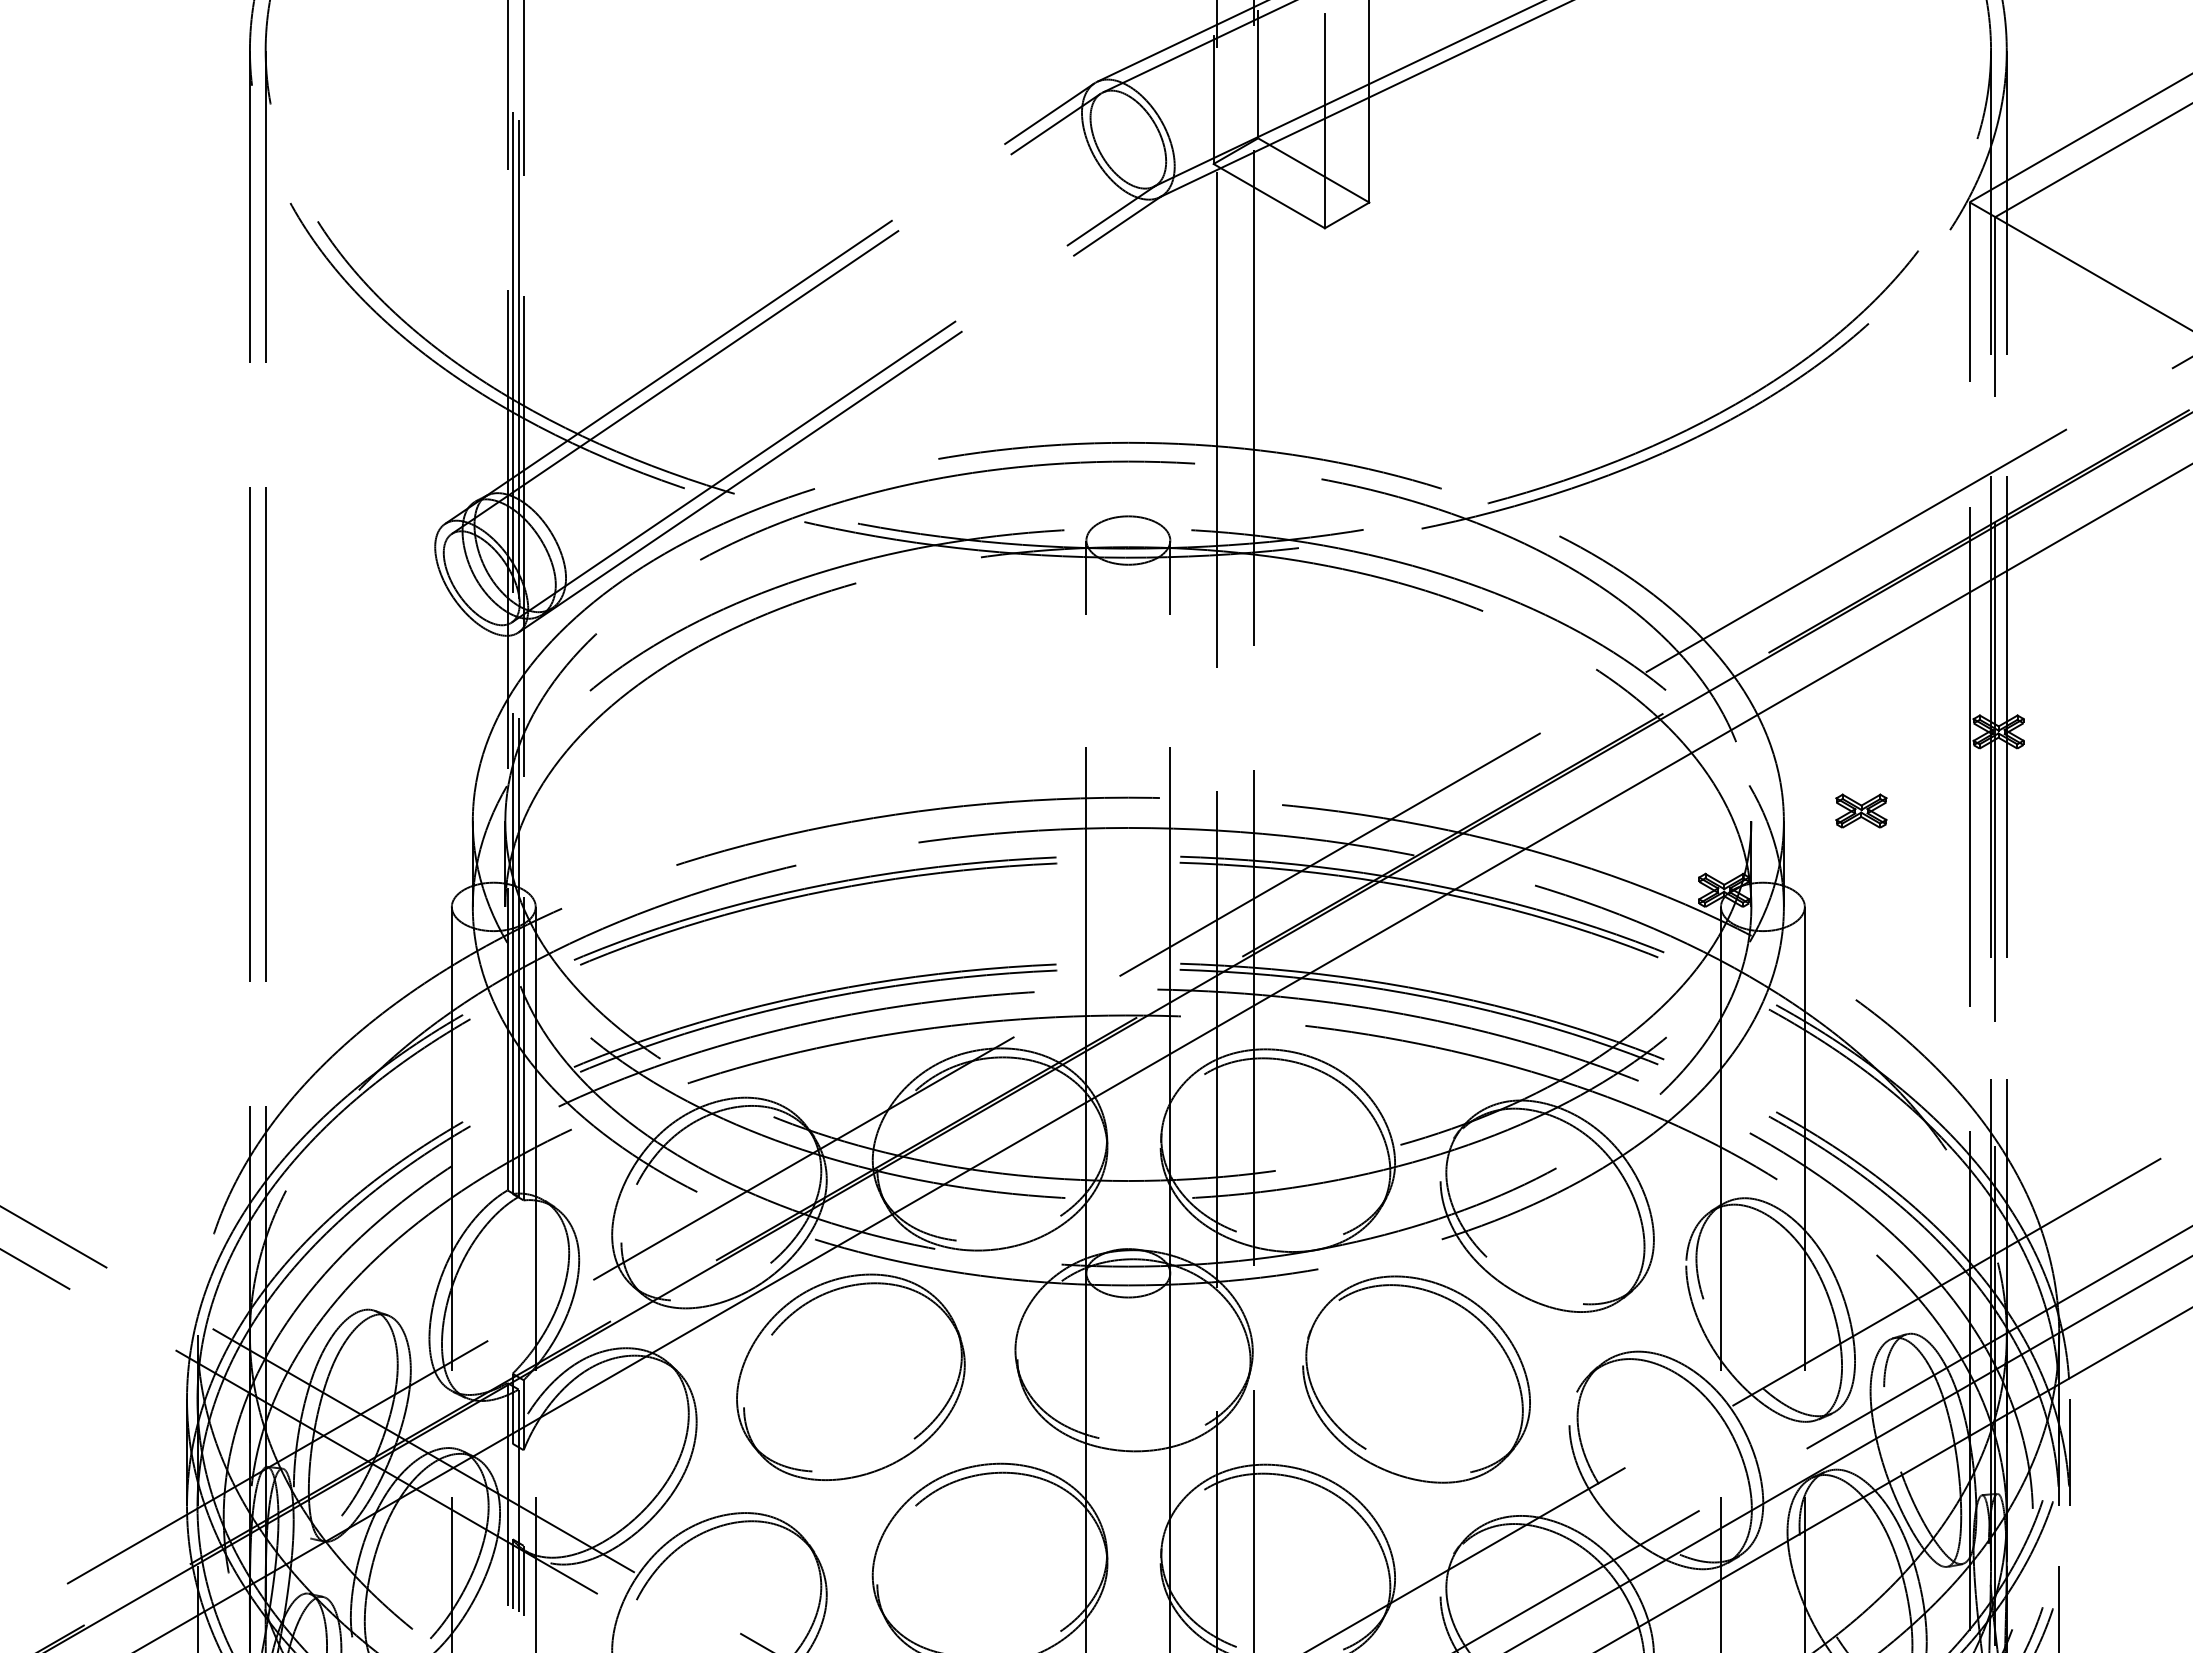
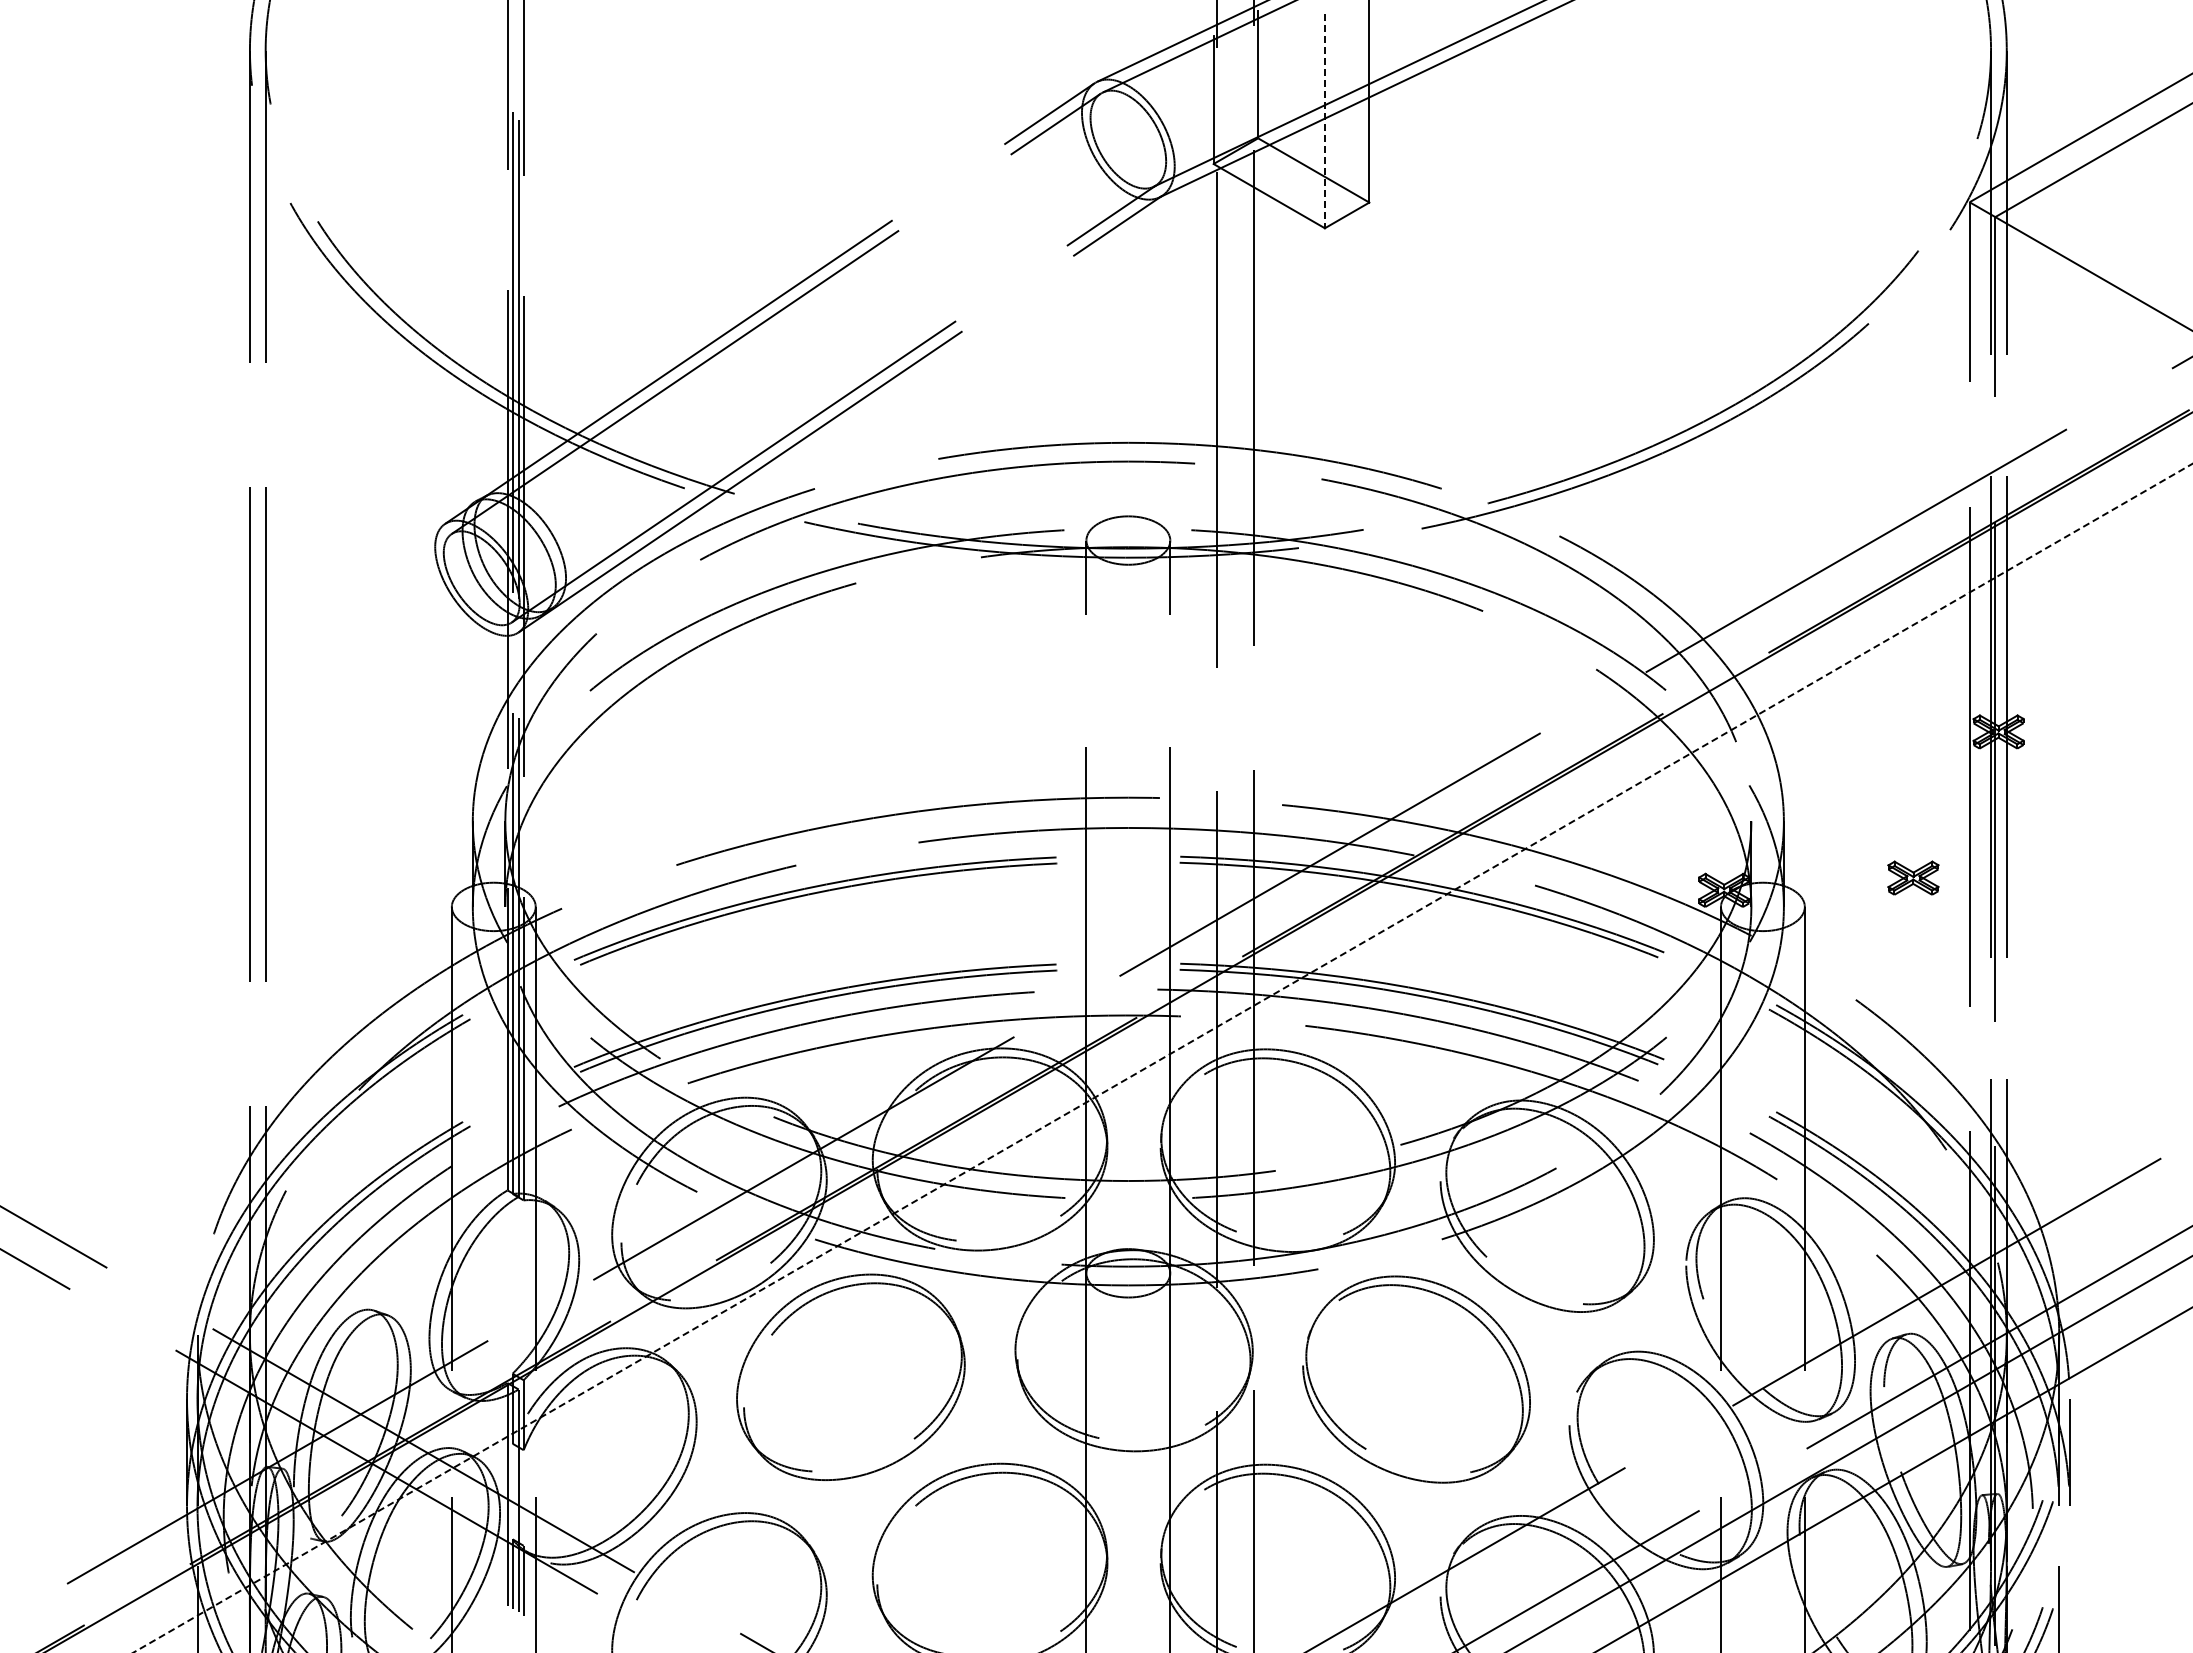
line at (1324, 121): solid -> dashed
part at (1861, 810) position: (1861, 810) -> (1913, 877)
line at (1162, 1058): solid -> dashed
